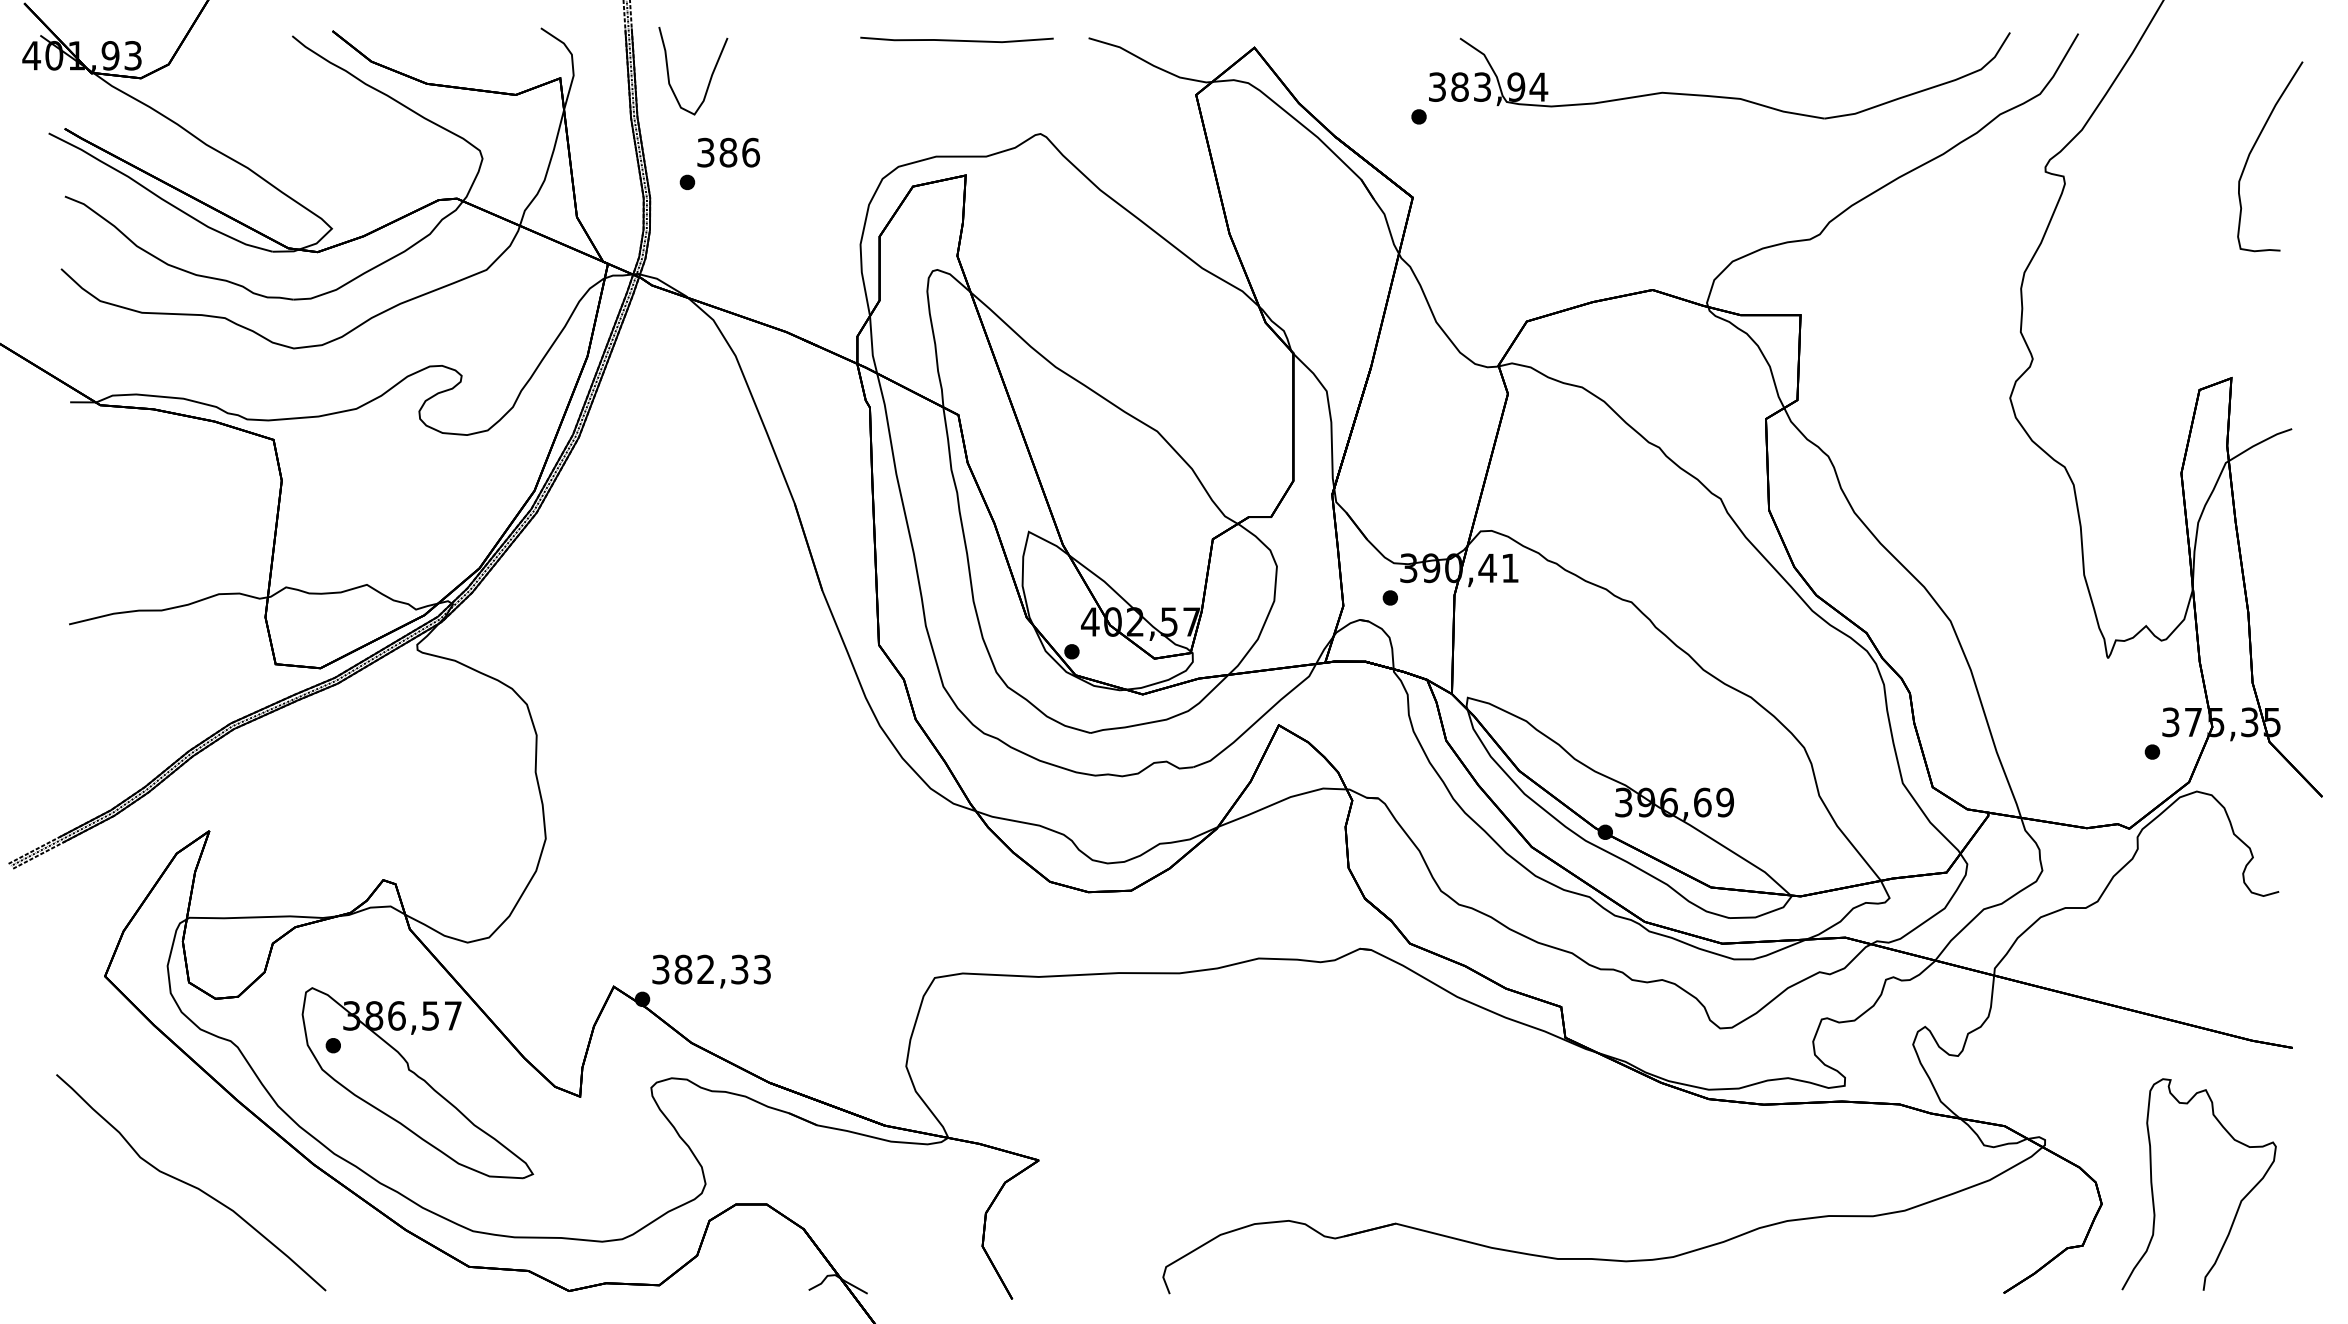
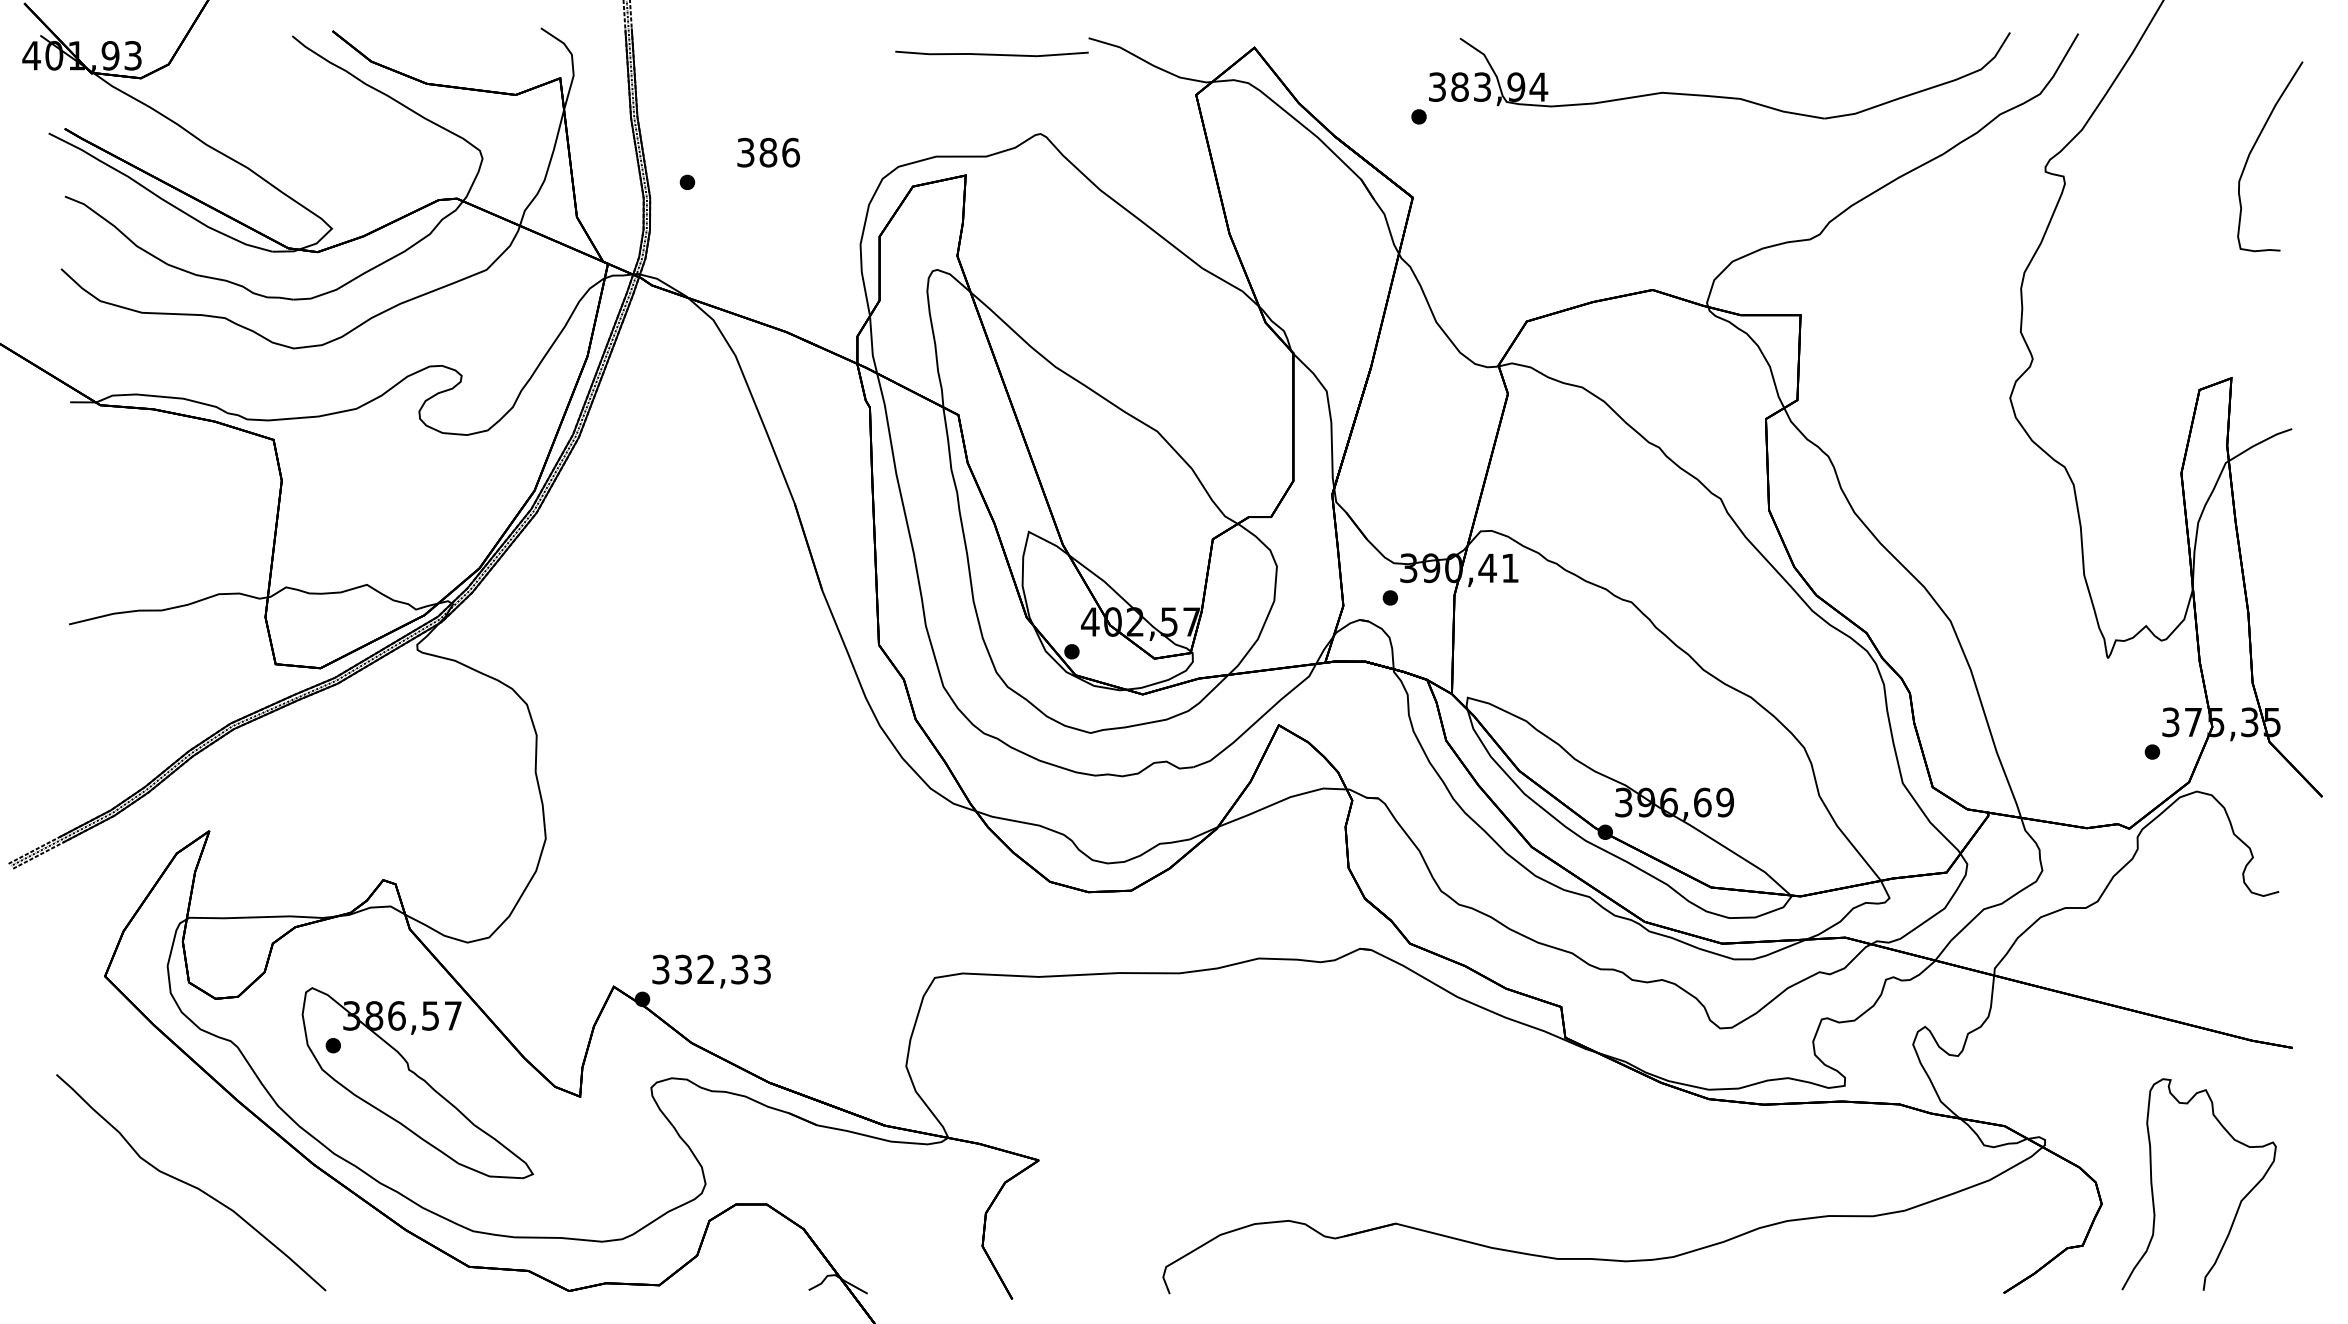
line at (956, 39) position: (956, 39) -> (991, 53)
curve at (710, 76): present -> none
text at (728, 152) position: (728, 152) -> (768, 152)
text at (683, 969): 382,33 -> 332,33
